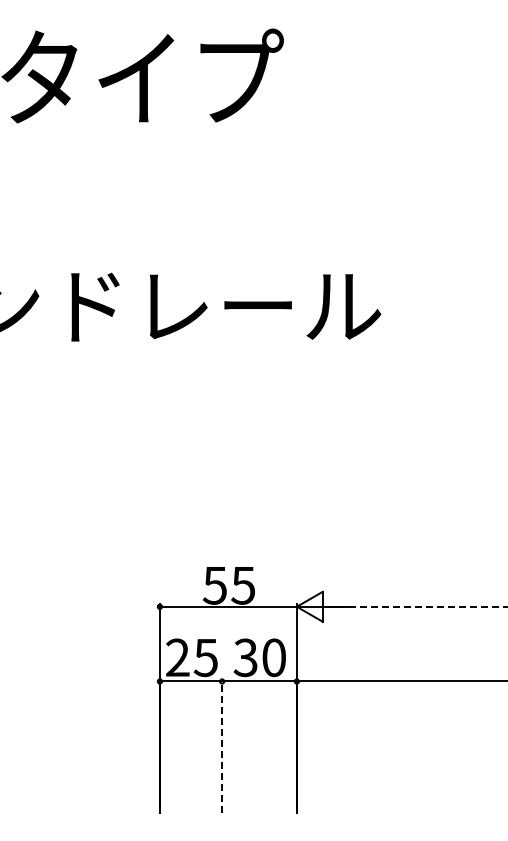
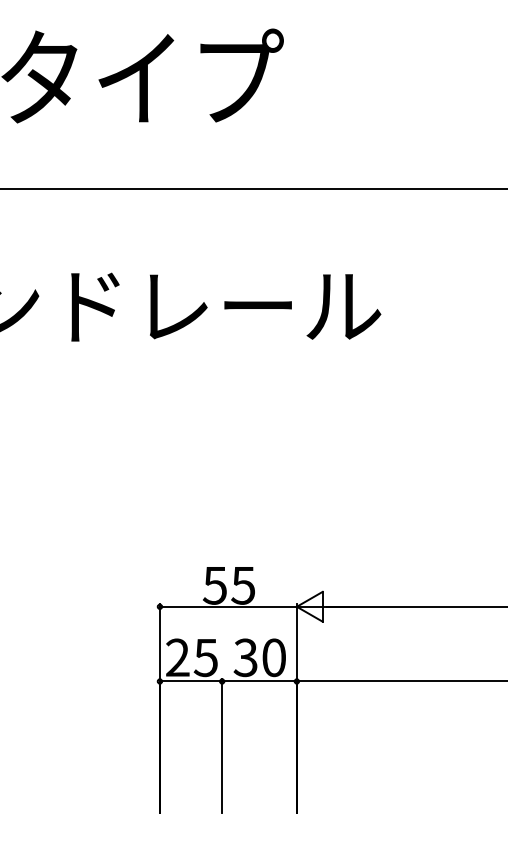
line at (253, 188): none -> present
line at (417, 606): dashed -> solid
line at (222, 745): dashed -> solid
